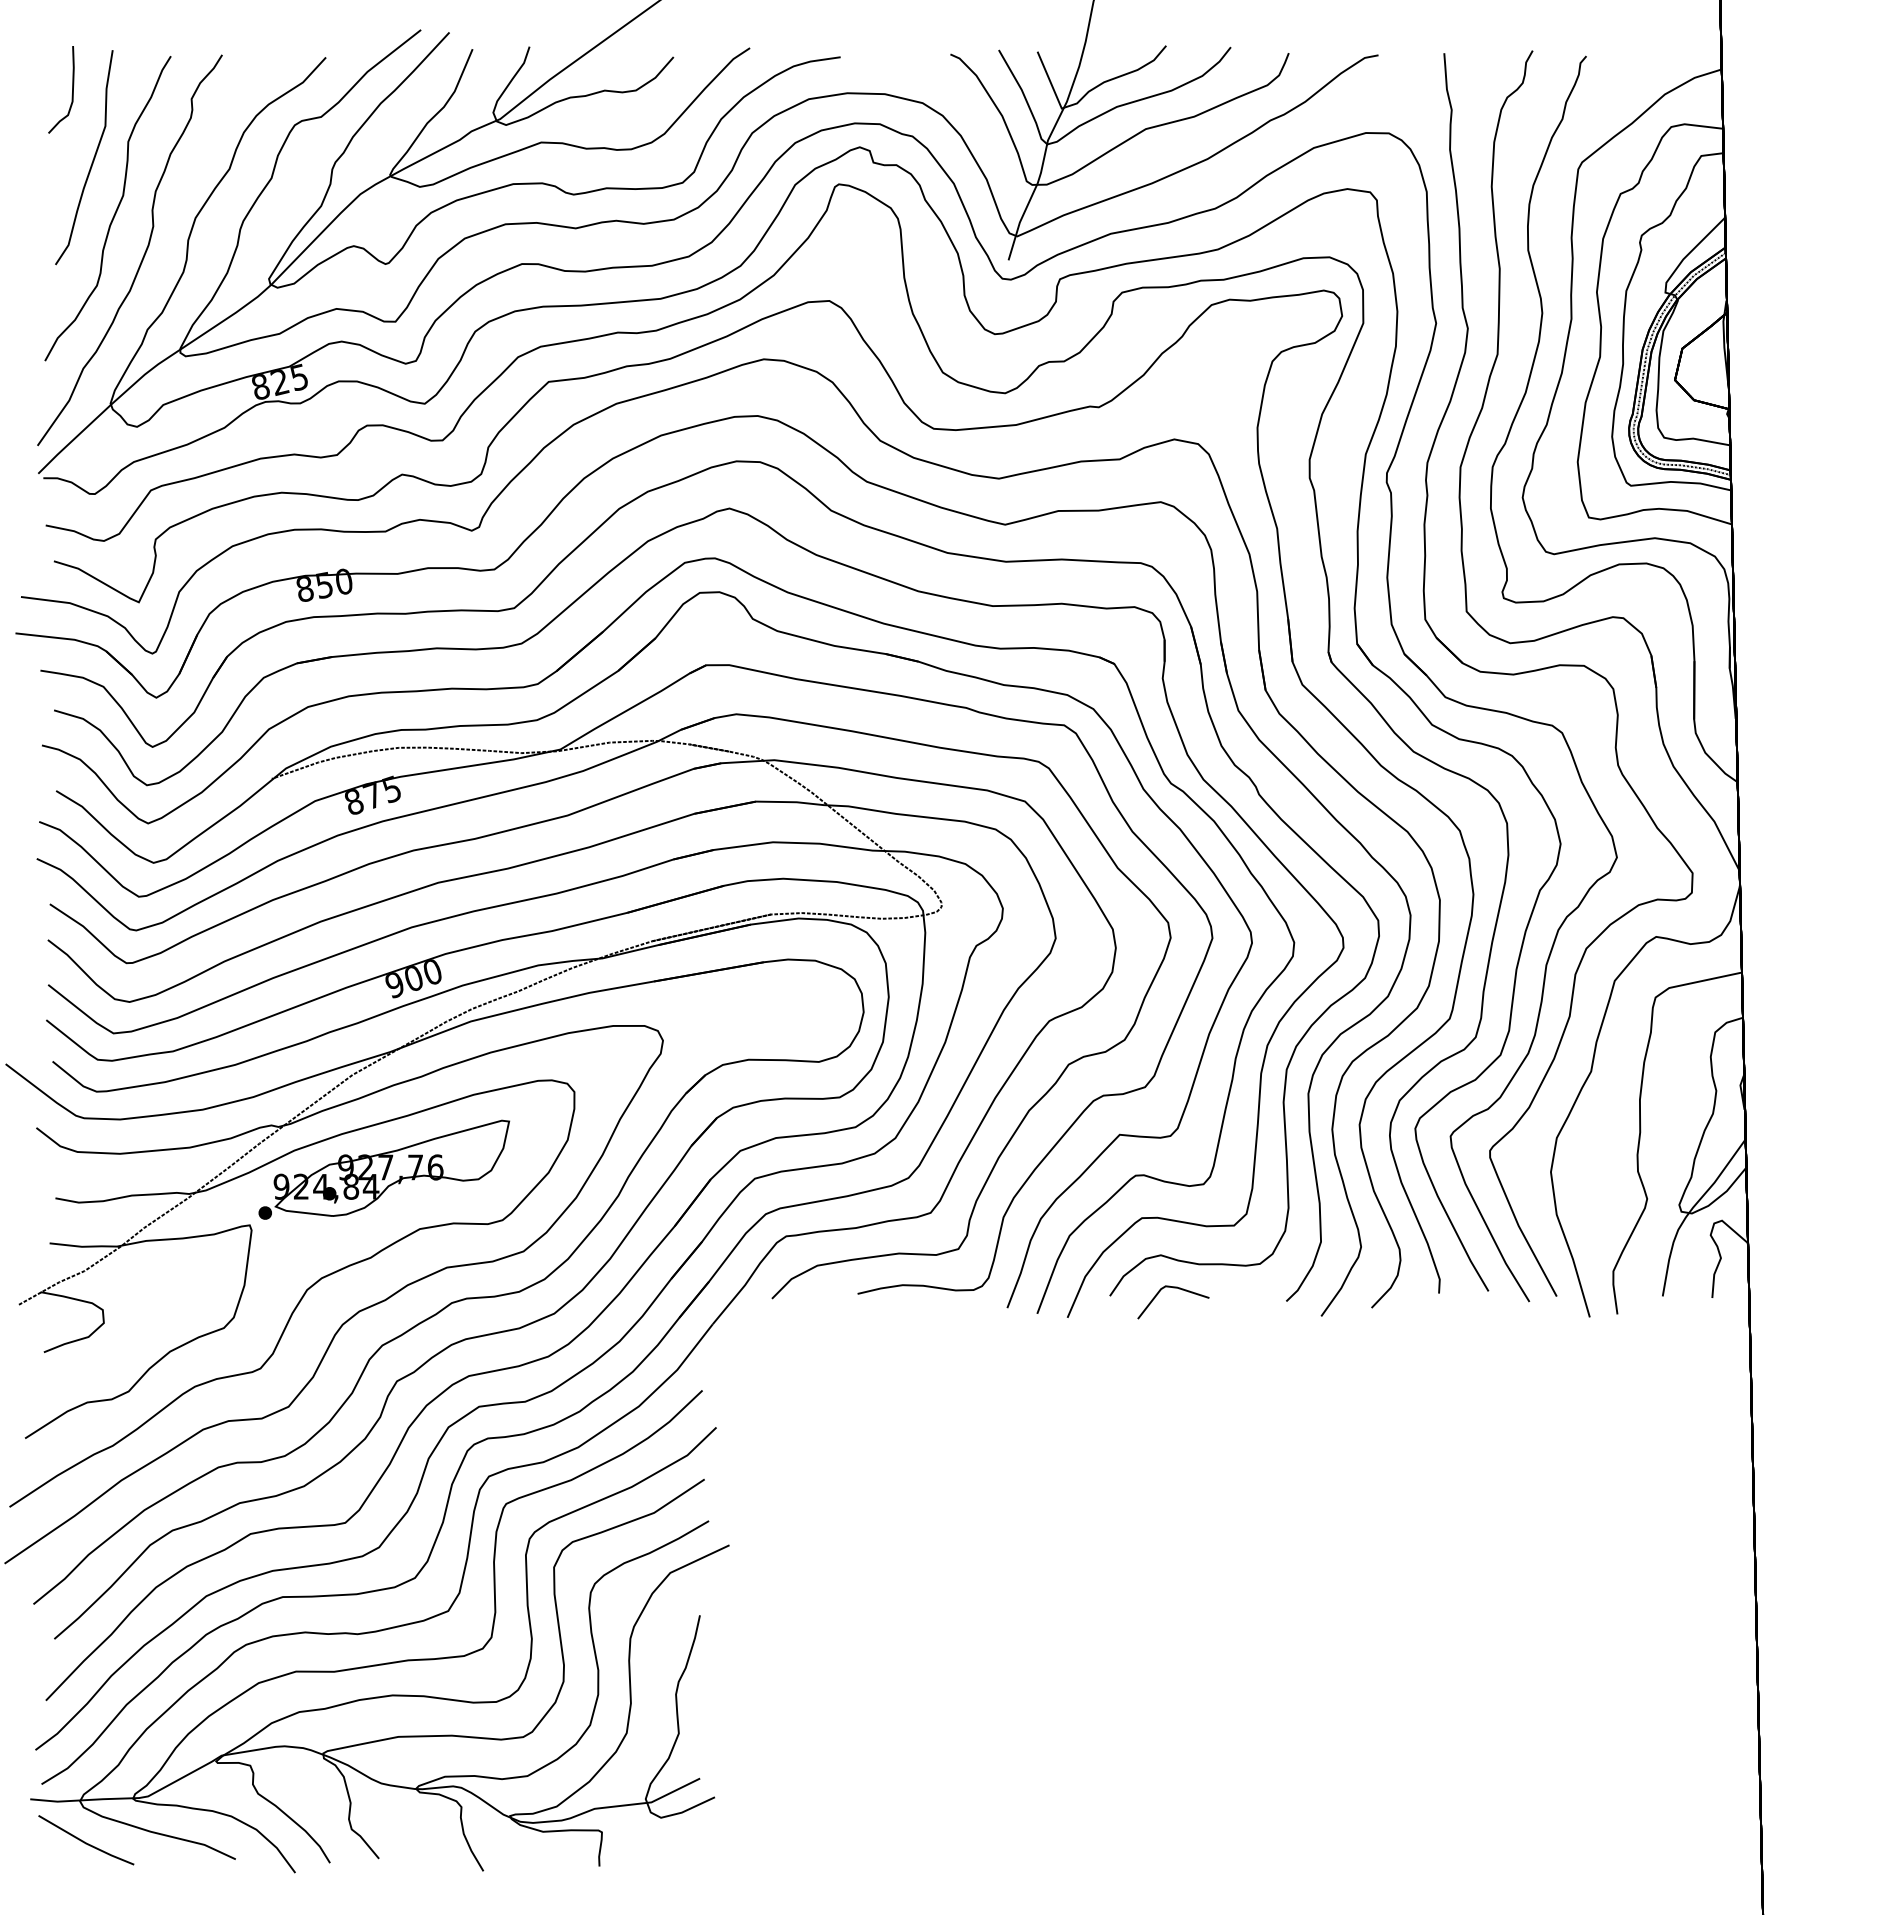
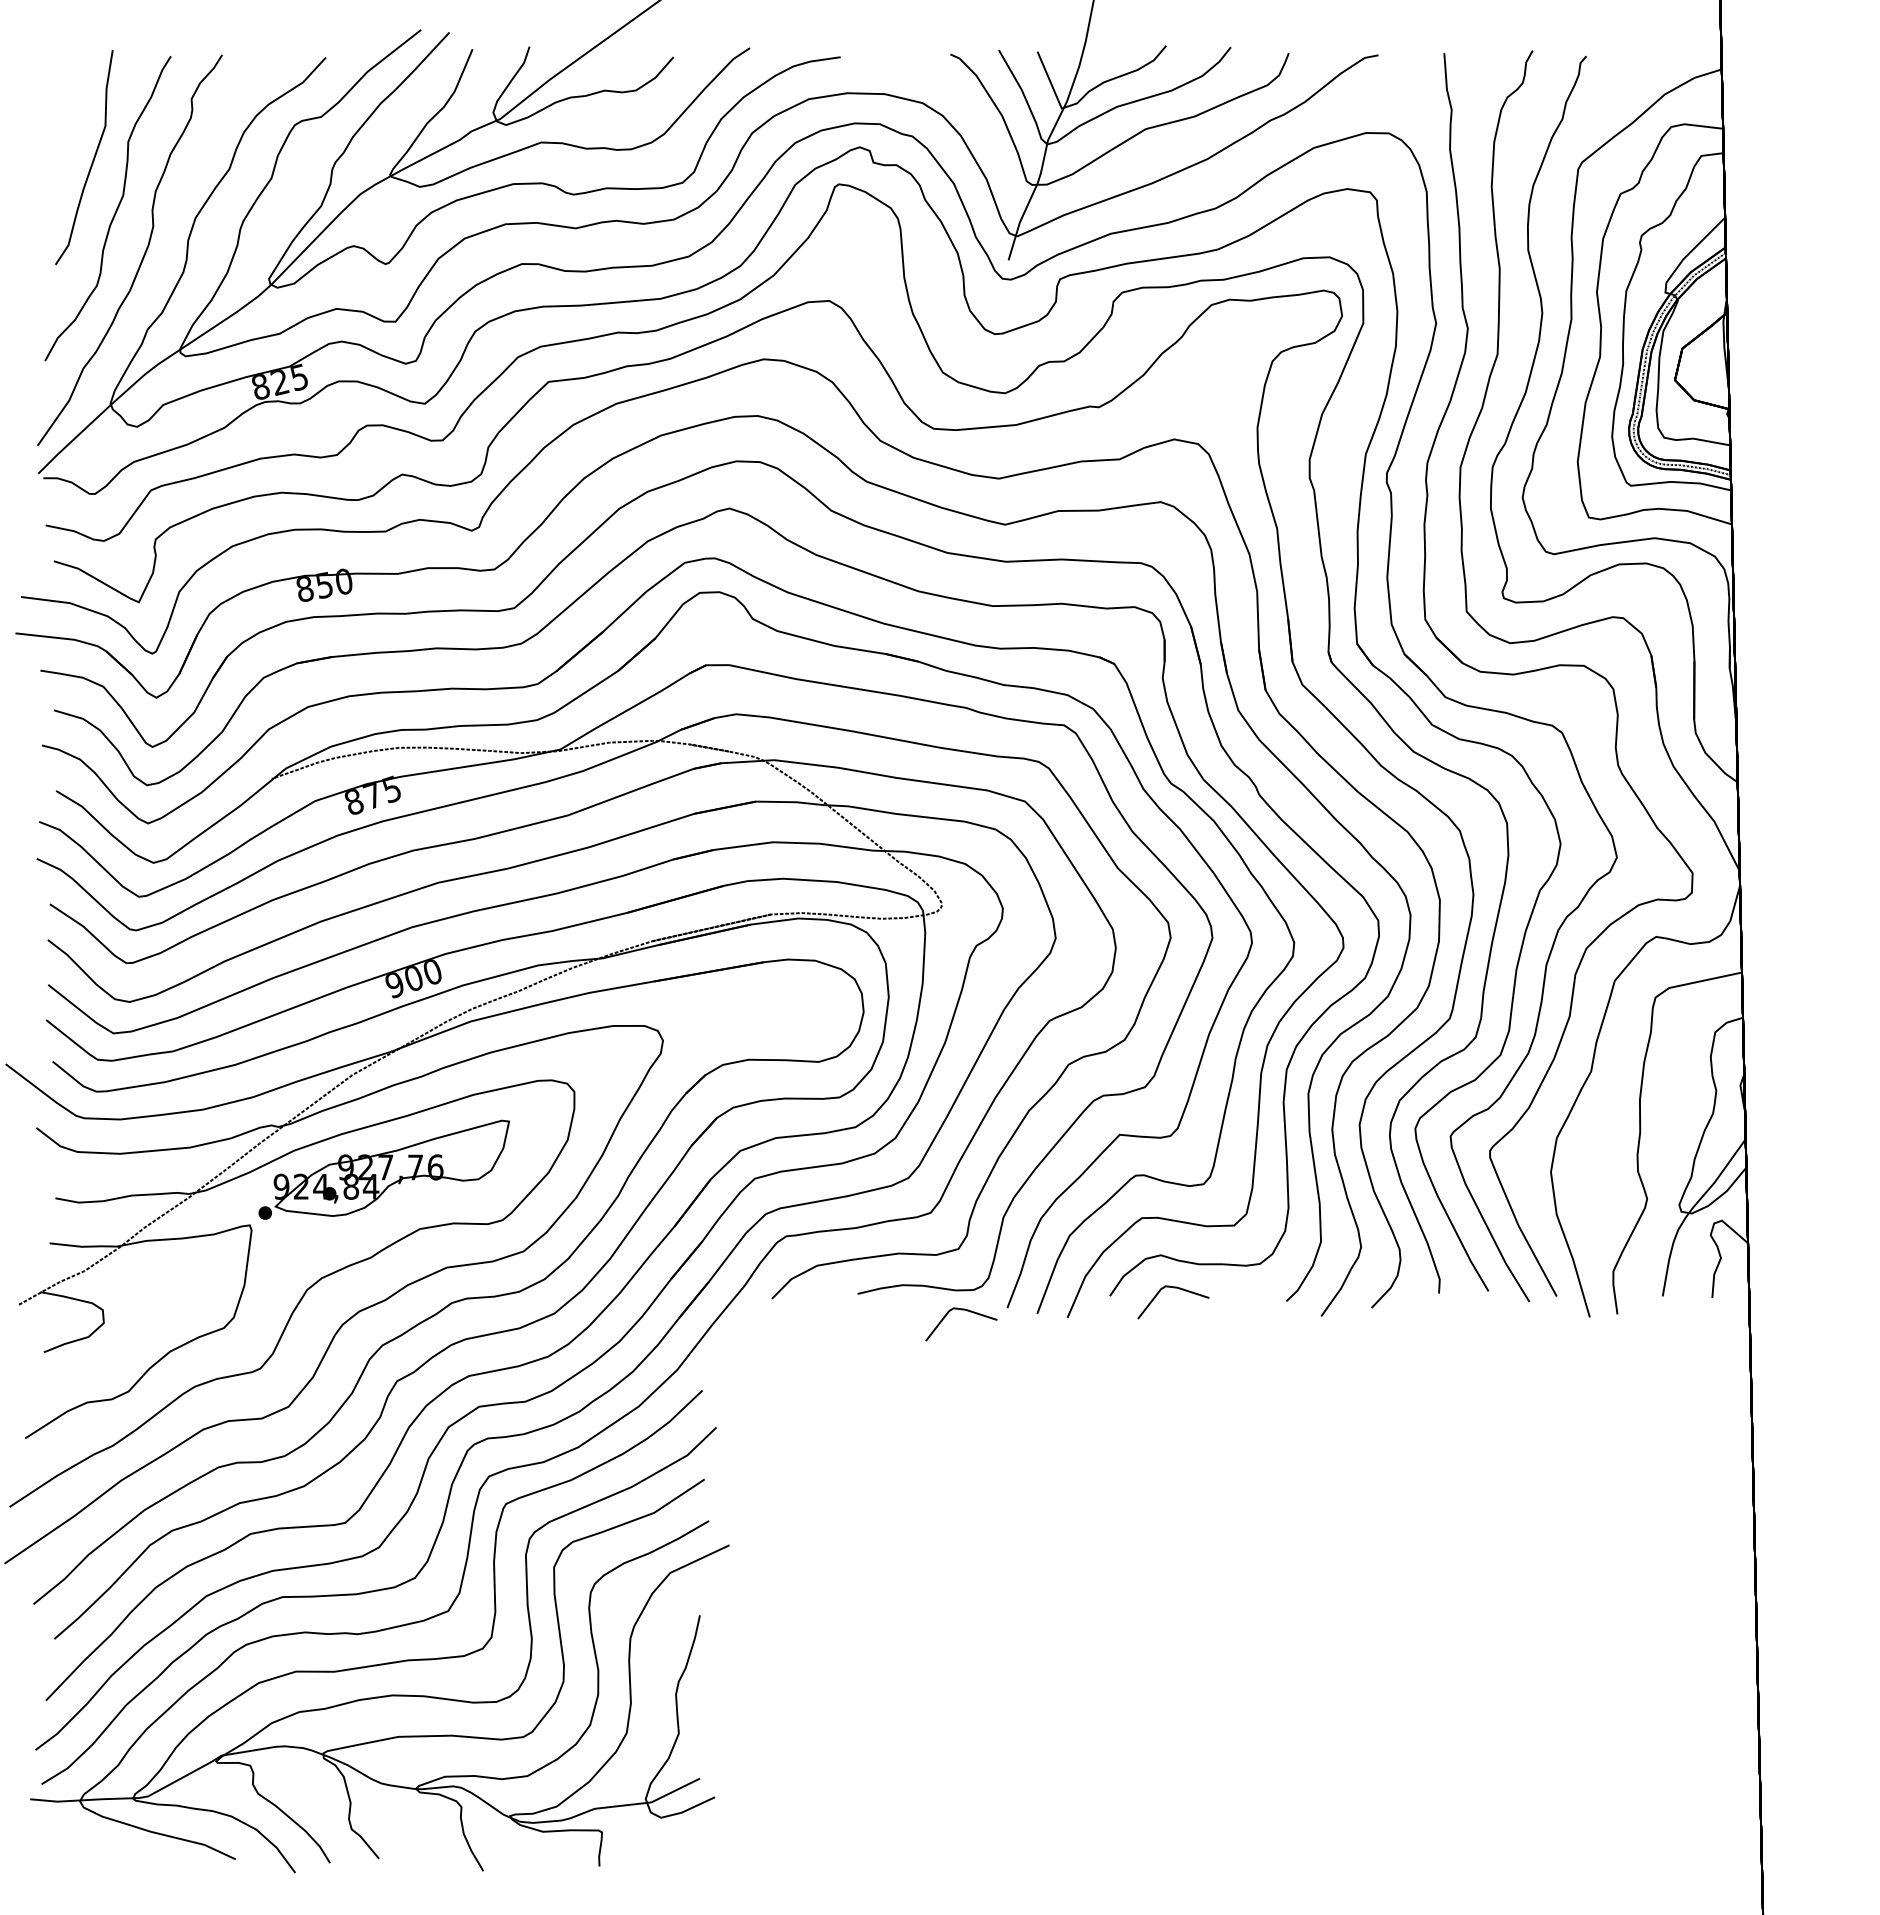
curve at (72, 89): present -> none
line at (961, 1310): none -> present
line at (86, 1842): present -> none
